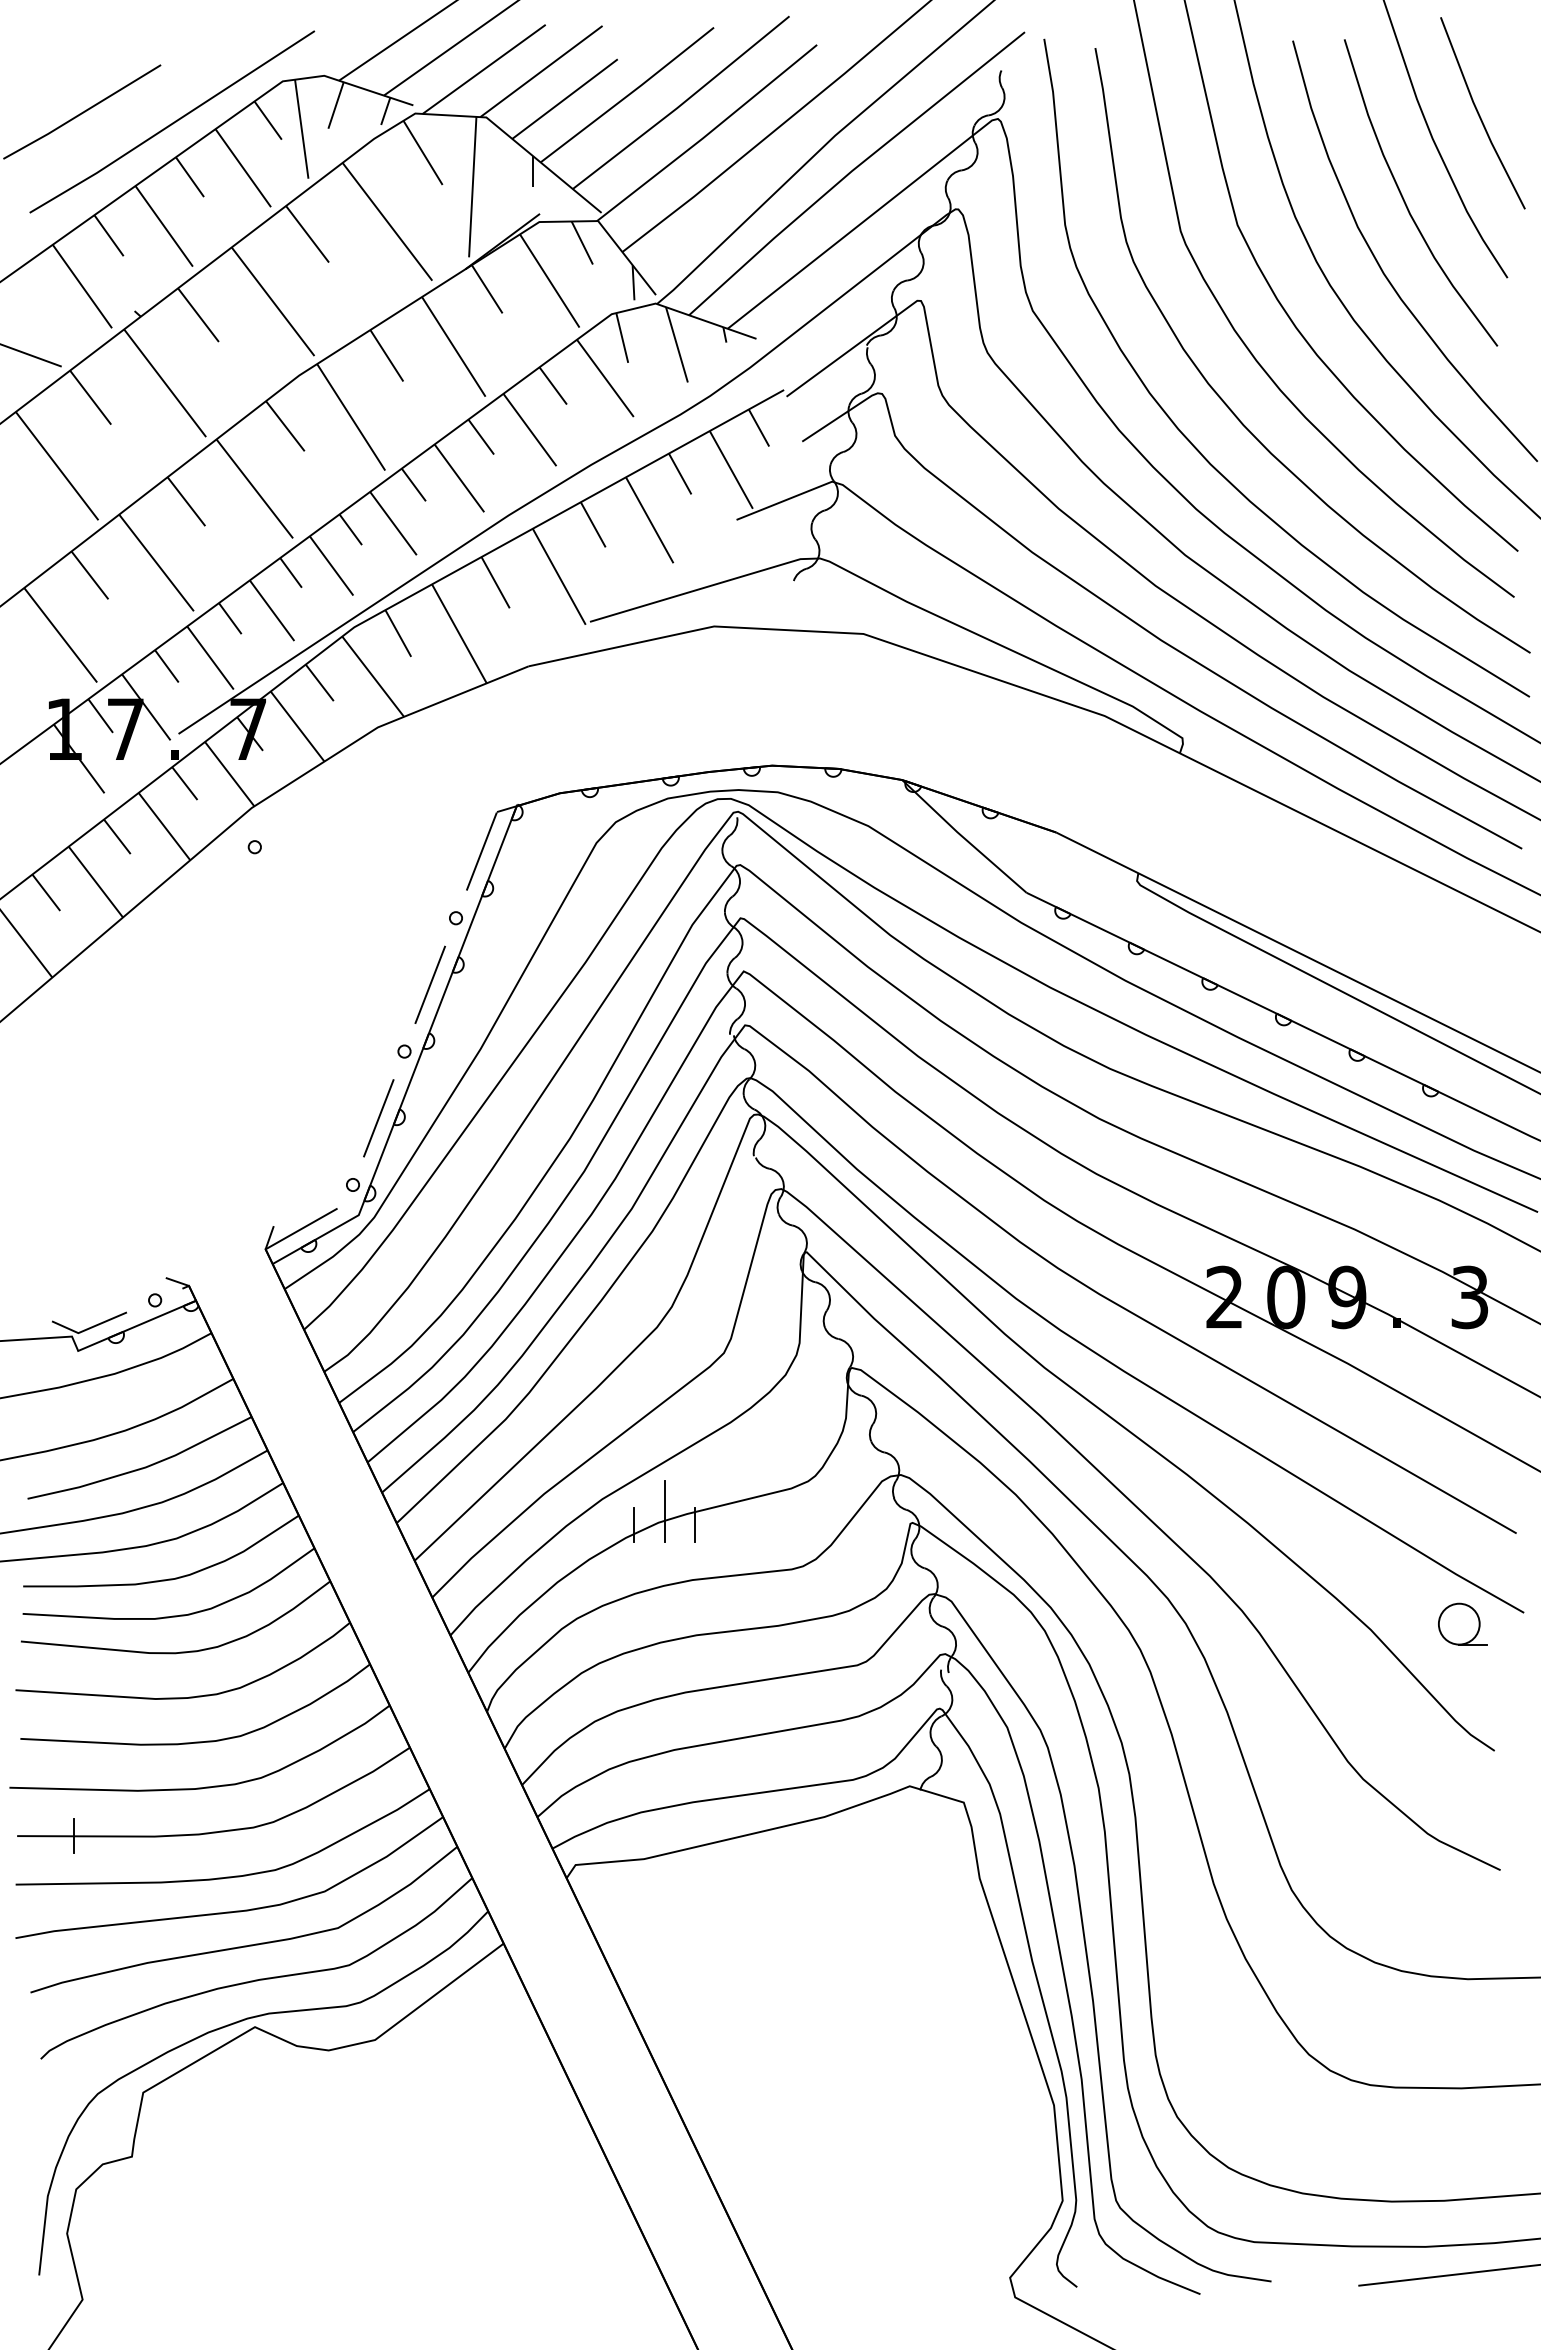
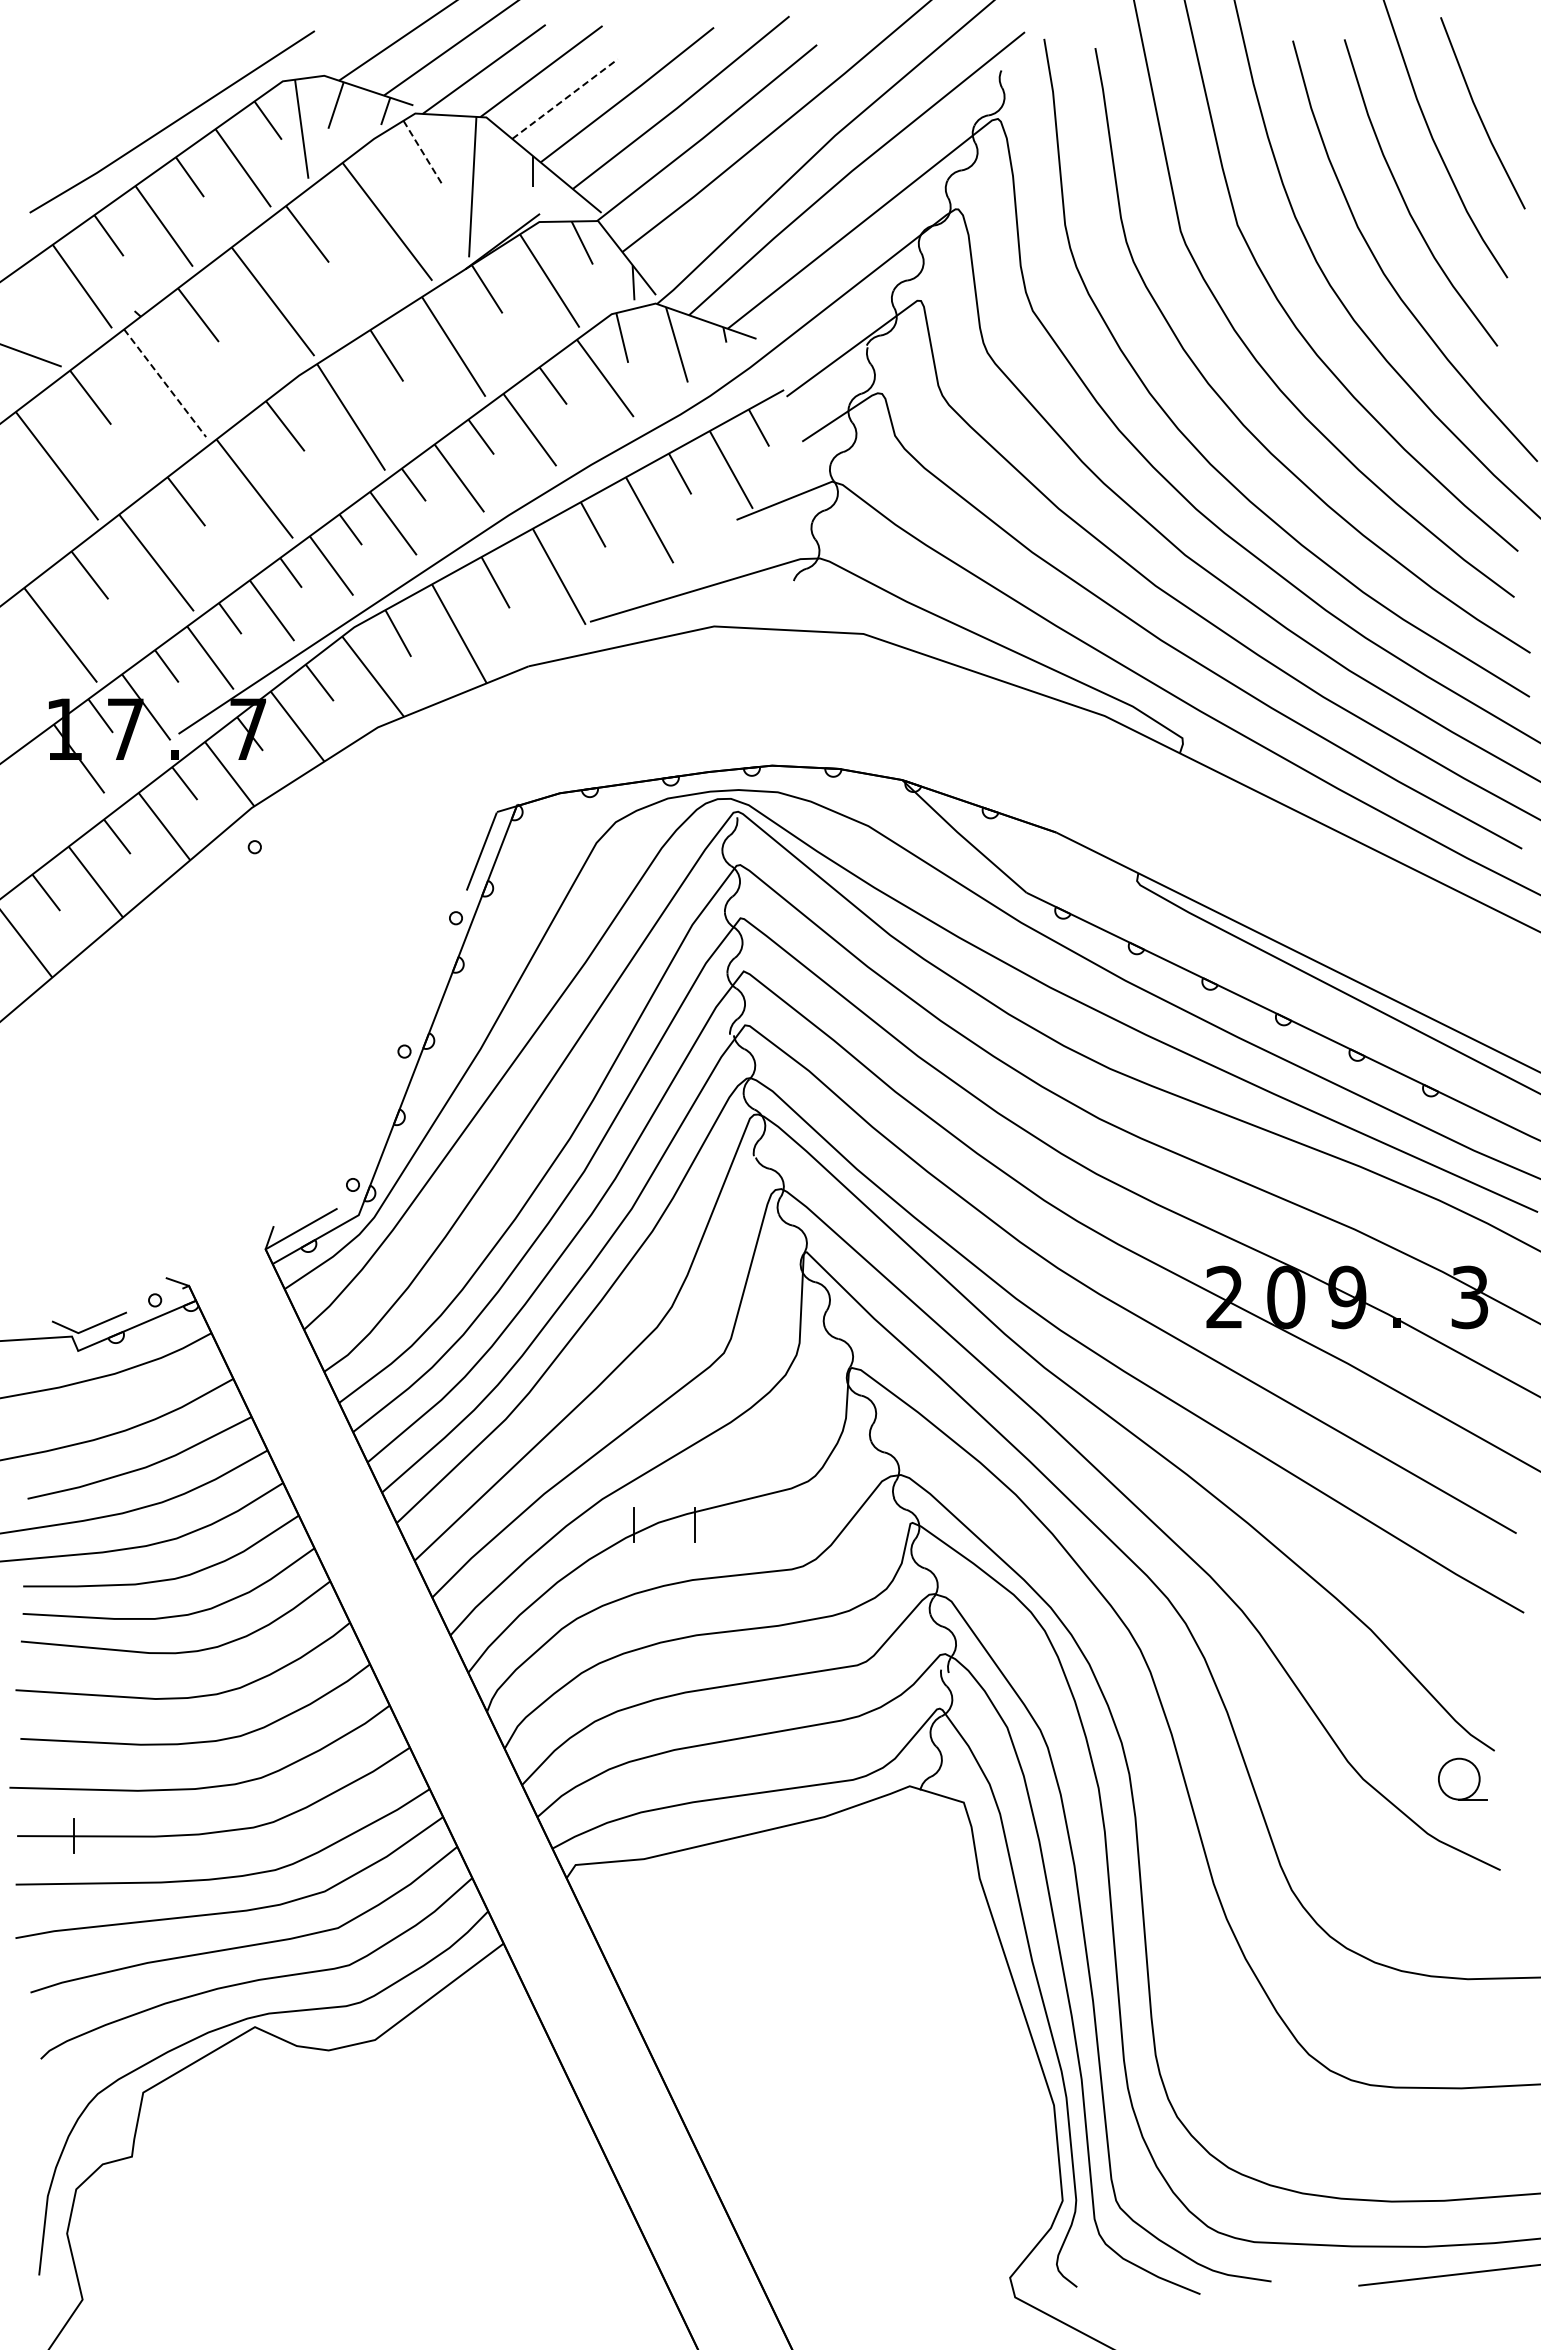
line at (565, 98): solid -> dashed
line at (82, 111): present -> none
line at (423, 152): solid -> dashed
line at (165, 383): solid -> dashed
line at (429, 984): present -> none
line at (378, 1118): present -> none
line at (664, 1511): present -> none
part at (1462, 1623) position: (1462, 1623) -> (1462, 1778)
